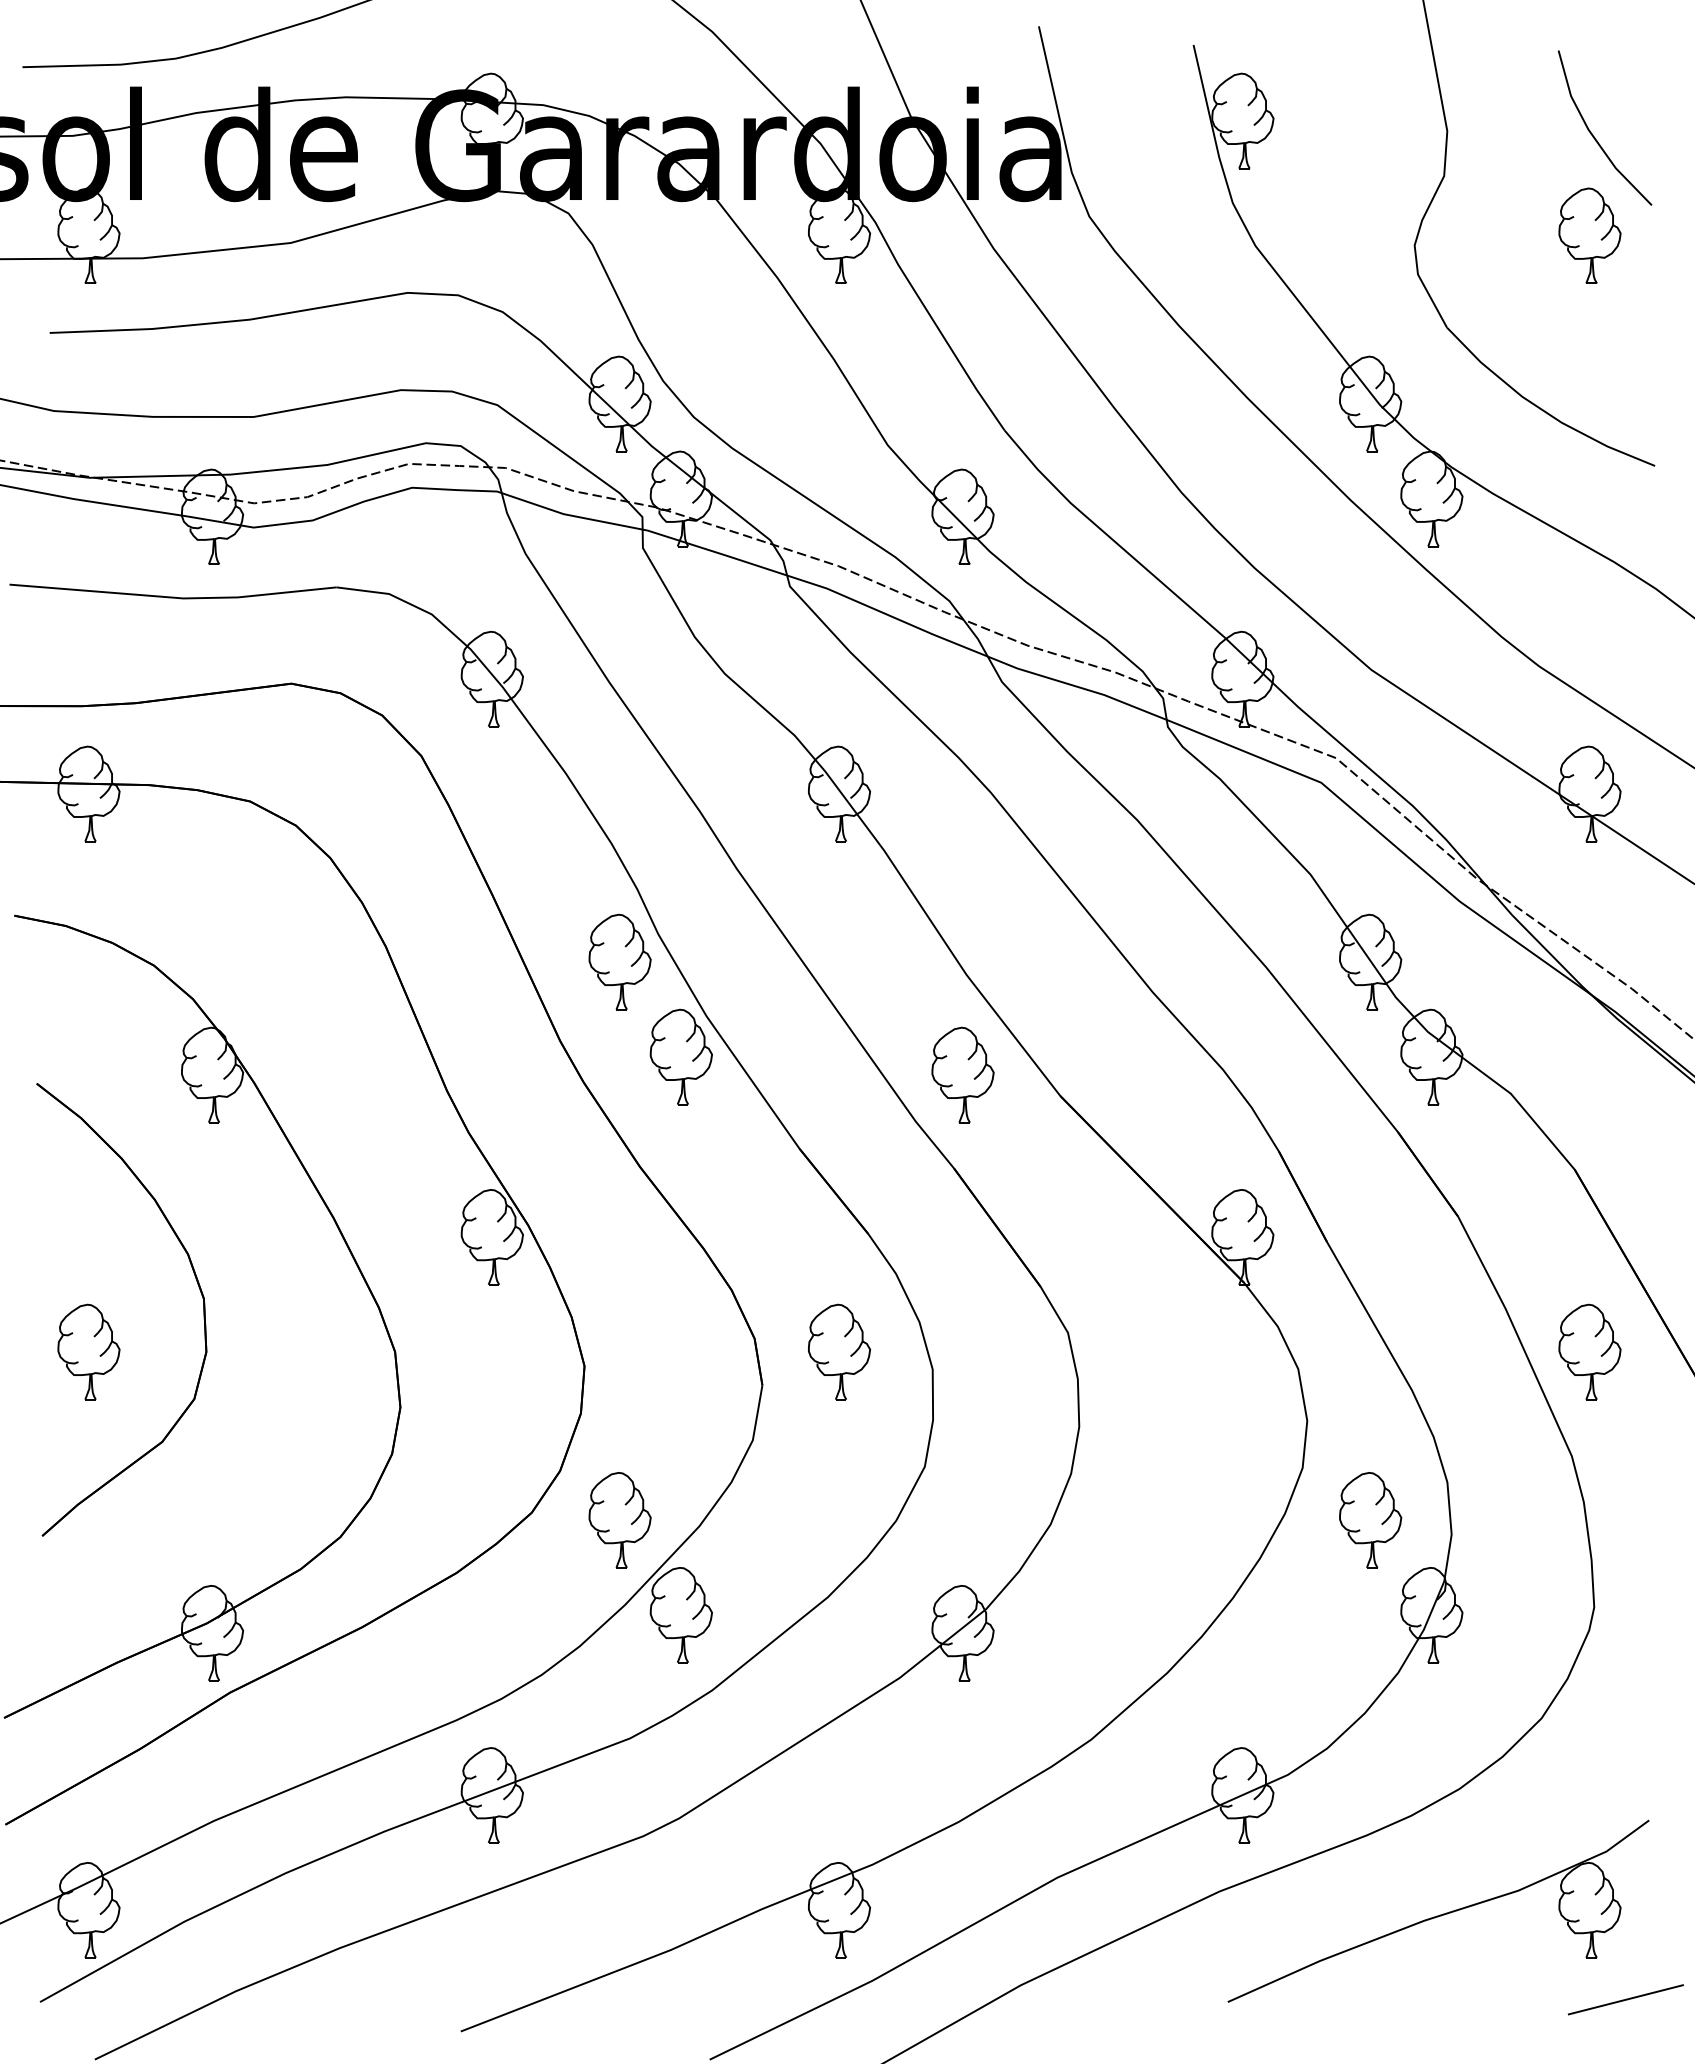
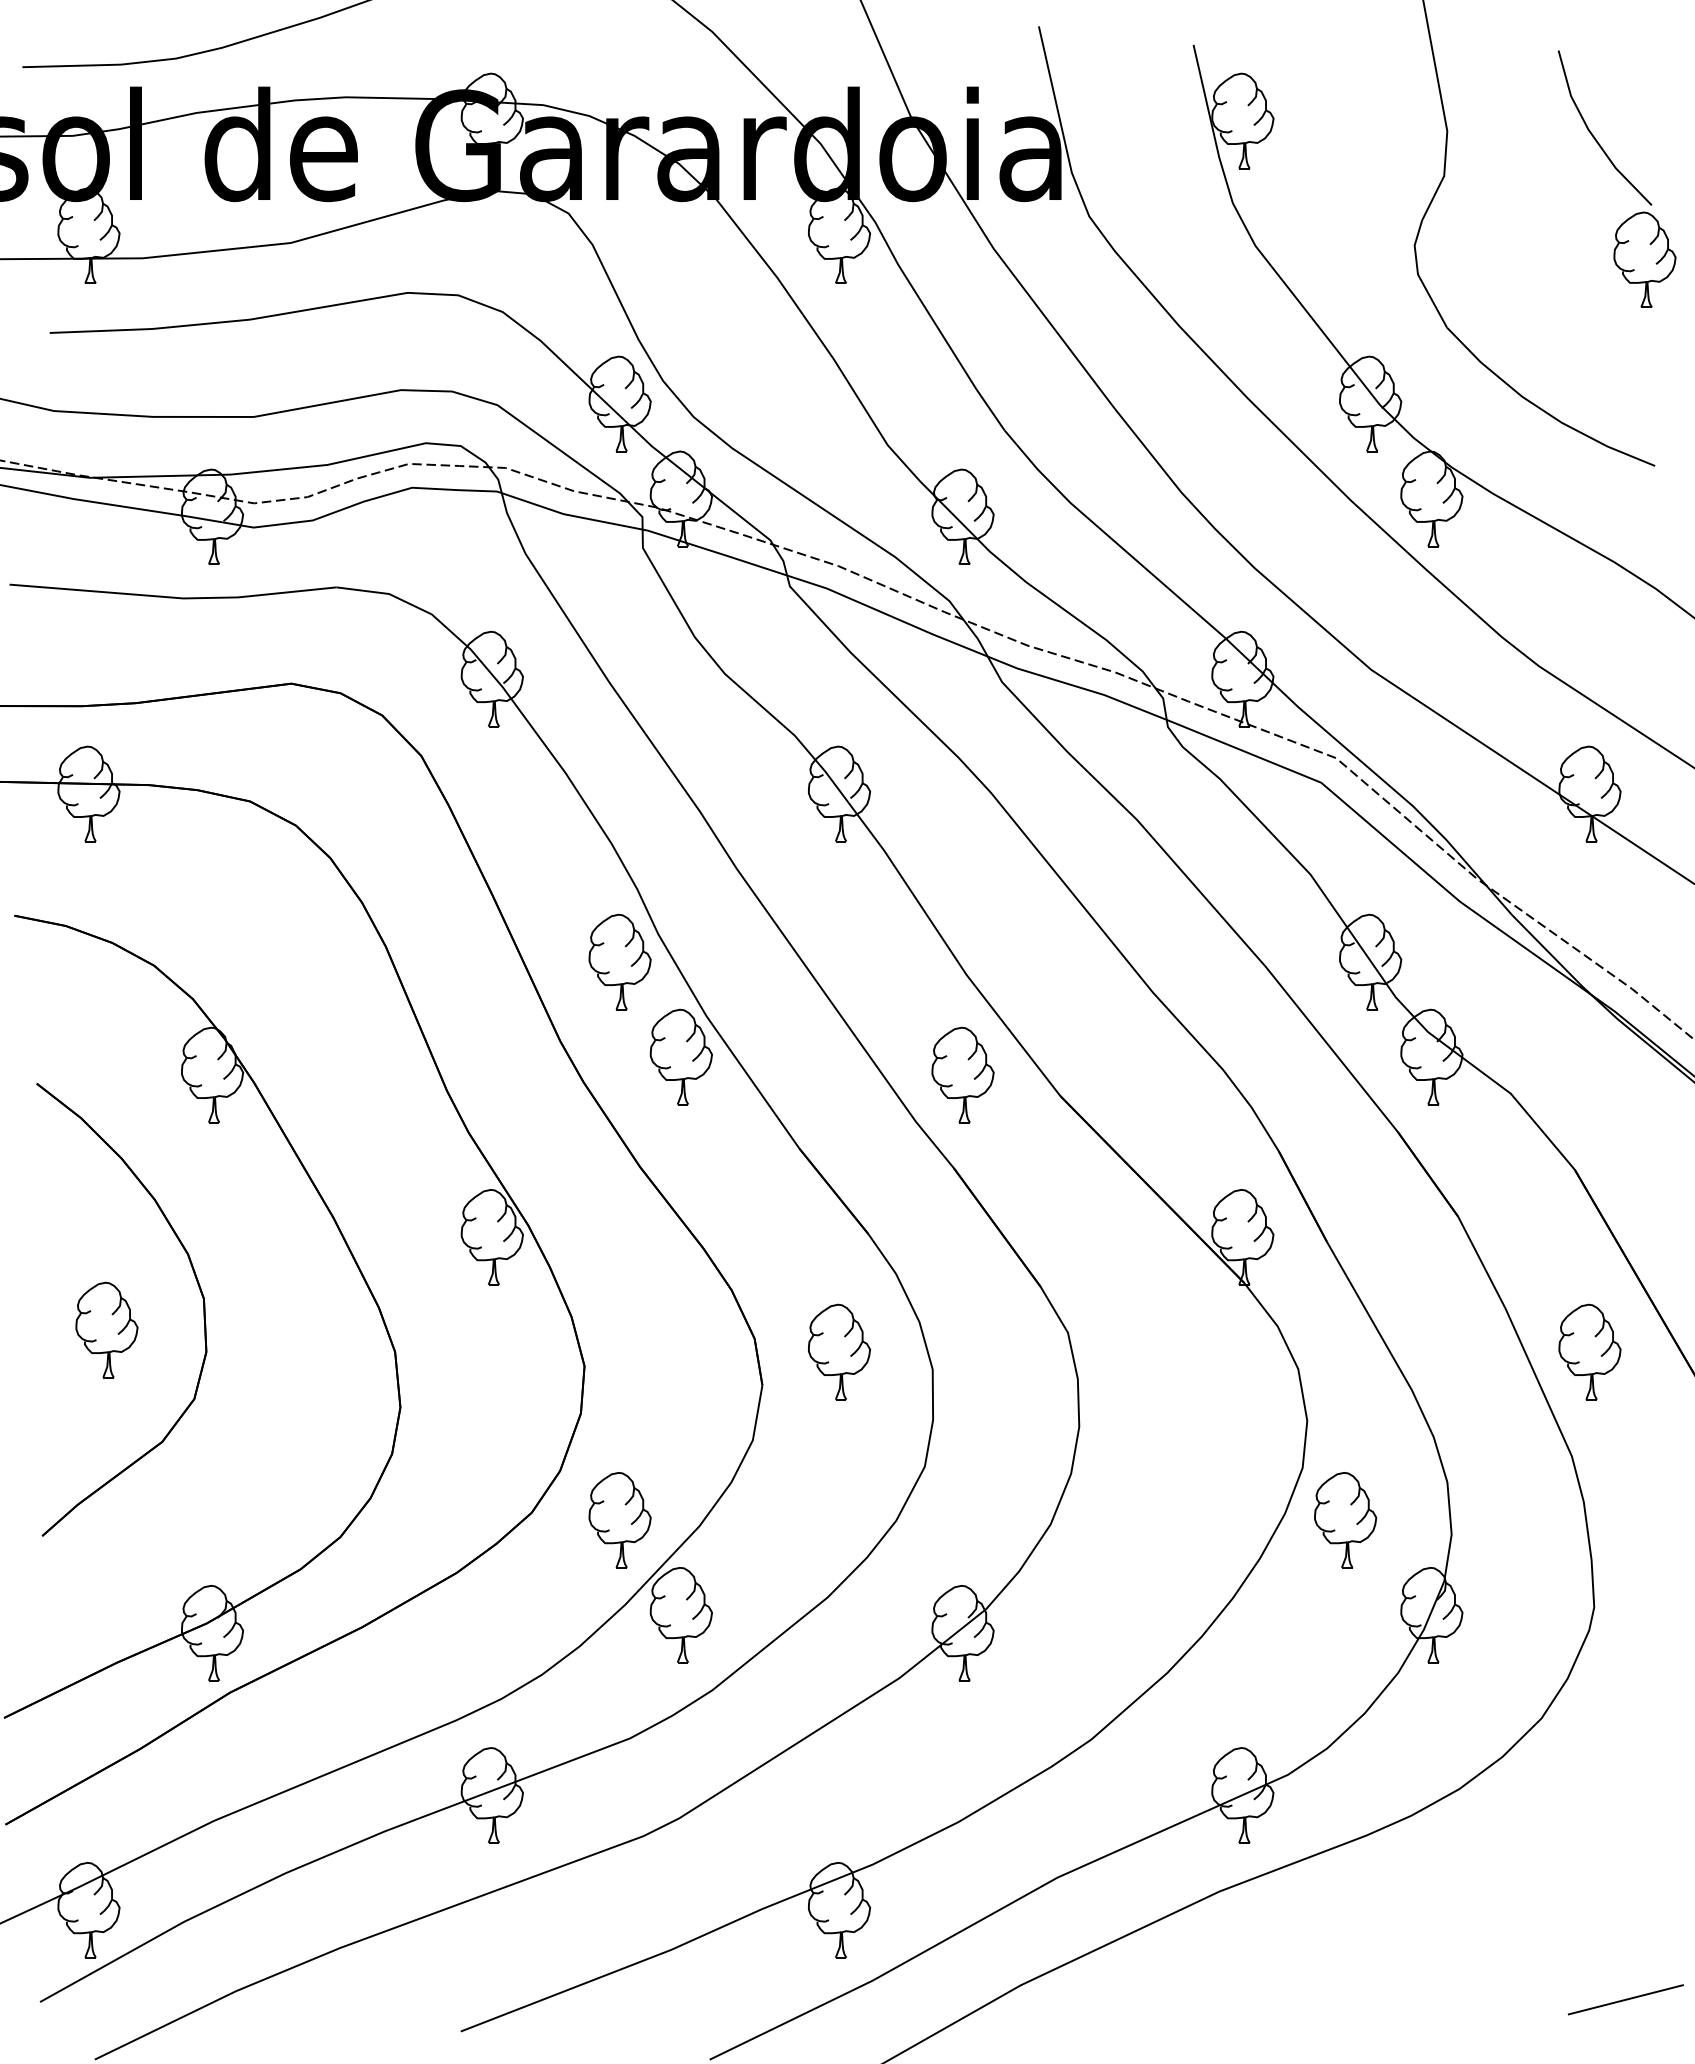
part at (1589, 235) position: (1589, 235) -> (1644, 259)
part at (88, 1351) position: (88, 1351) -> (106, 1329)
part at (1370, 1520) position: (1370, 1520) -> (1345, 1520)
part at (1438, 1910): present -> none
